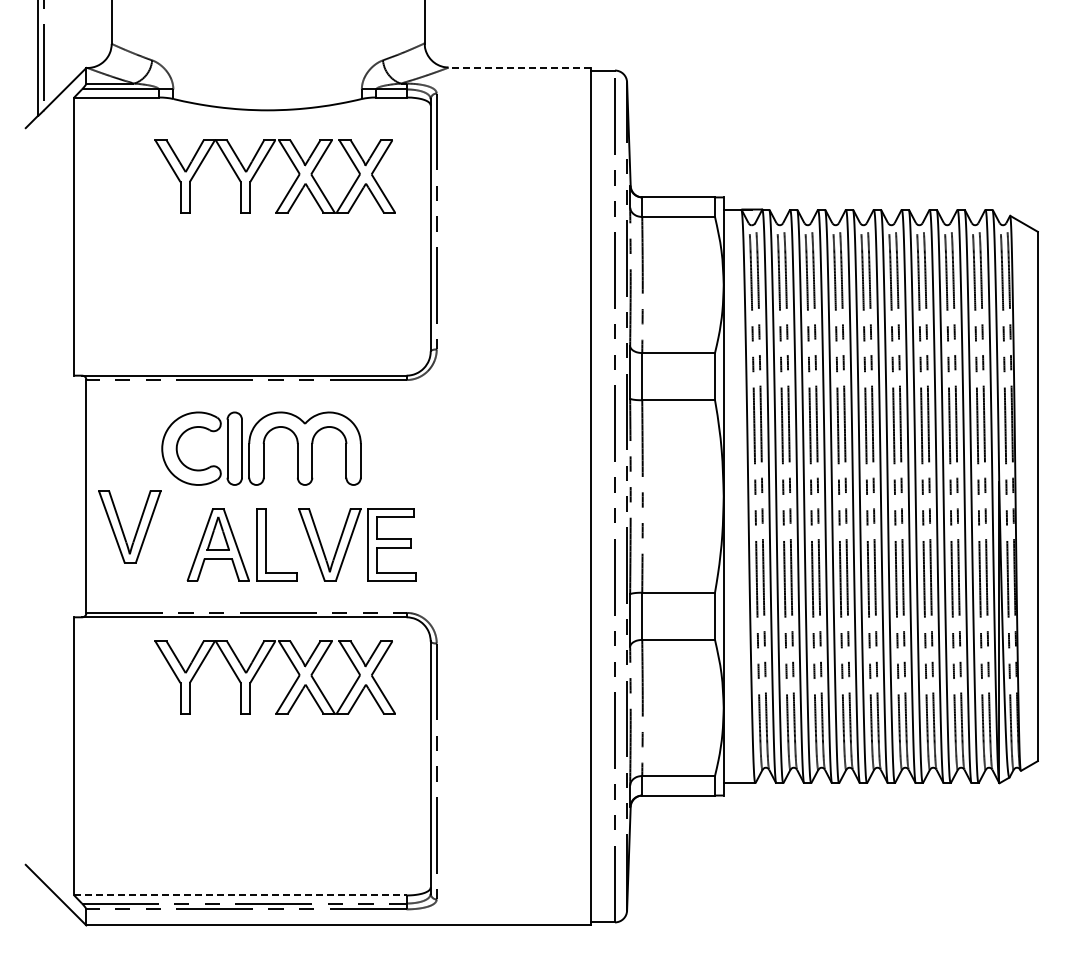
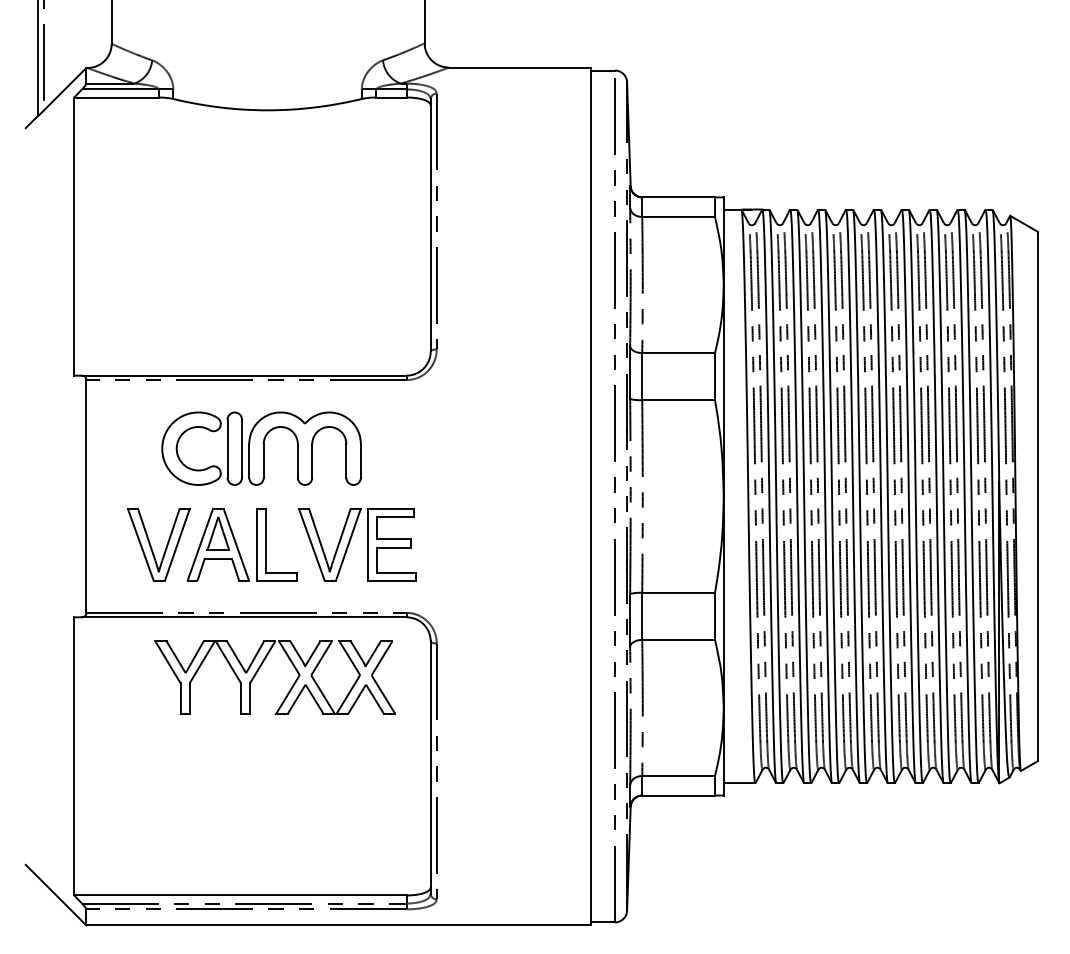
line at (519, 67): dashed -> solid
part at (260, 167): present -> none
part at (122, 527) position: (122, 527) -> (151, 545)
line at (240, 895): dashed -> solid
